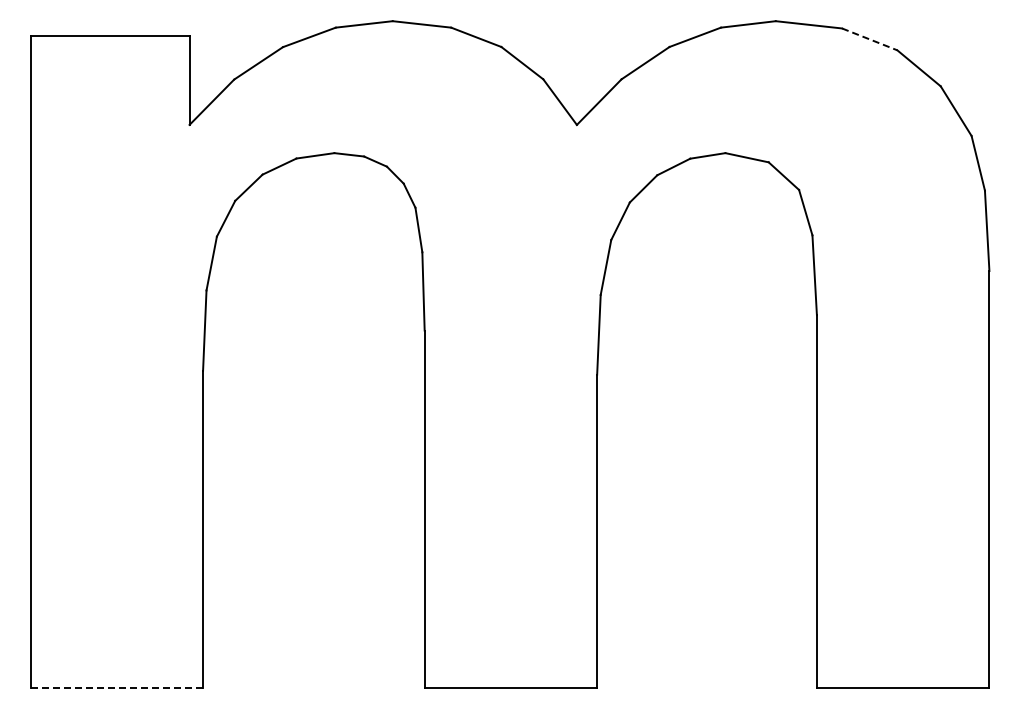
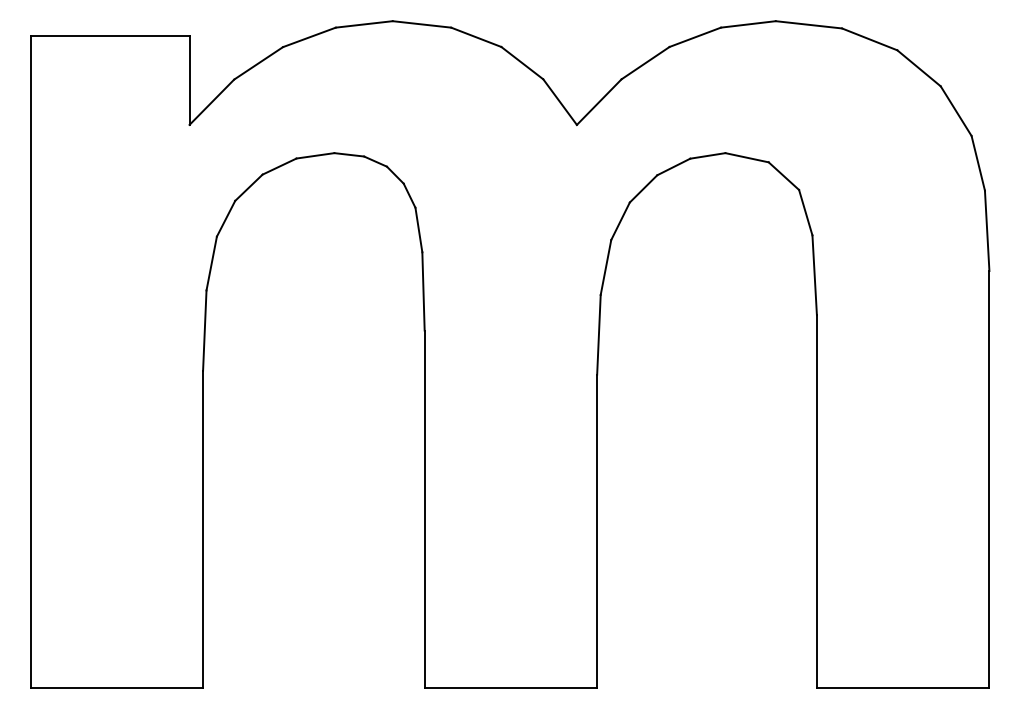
line at (869, 39): dashed -> solid
line at (116, 687): dashed -> solid
